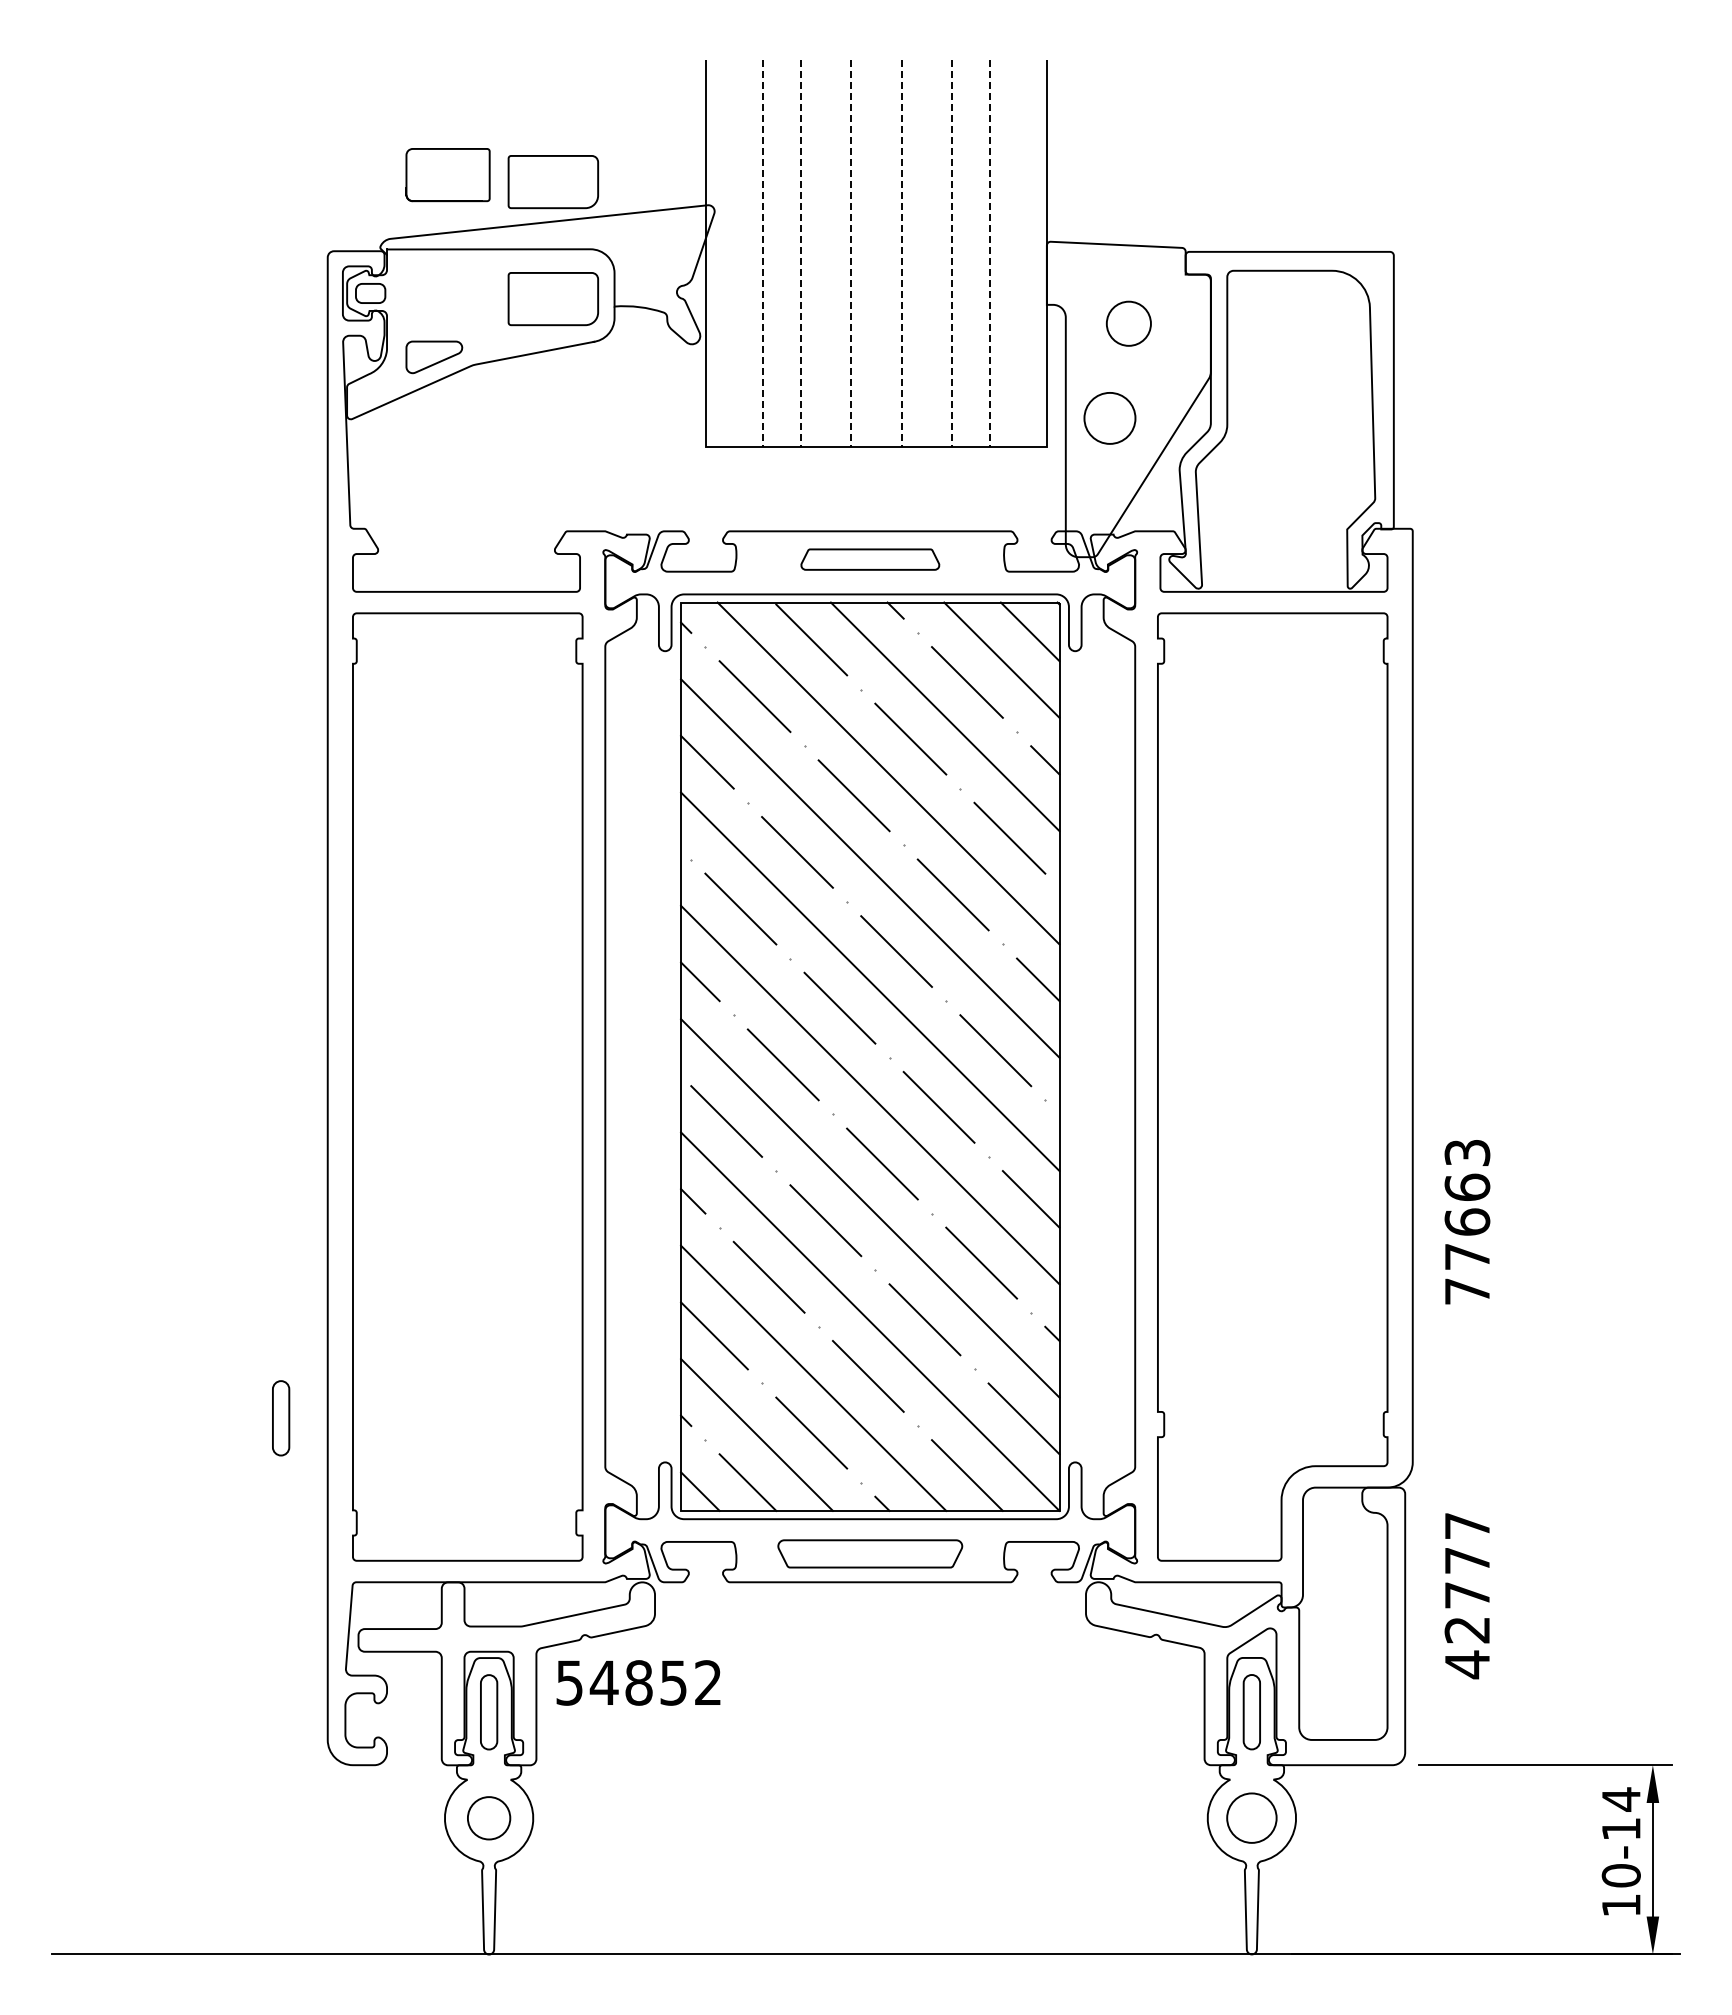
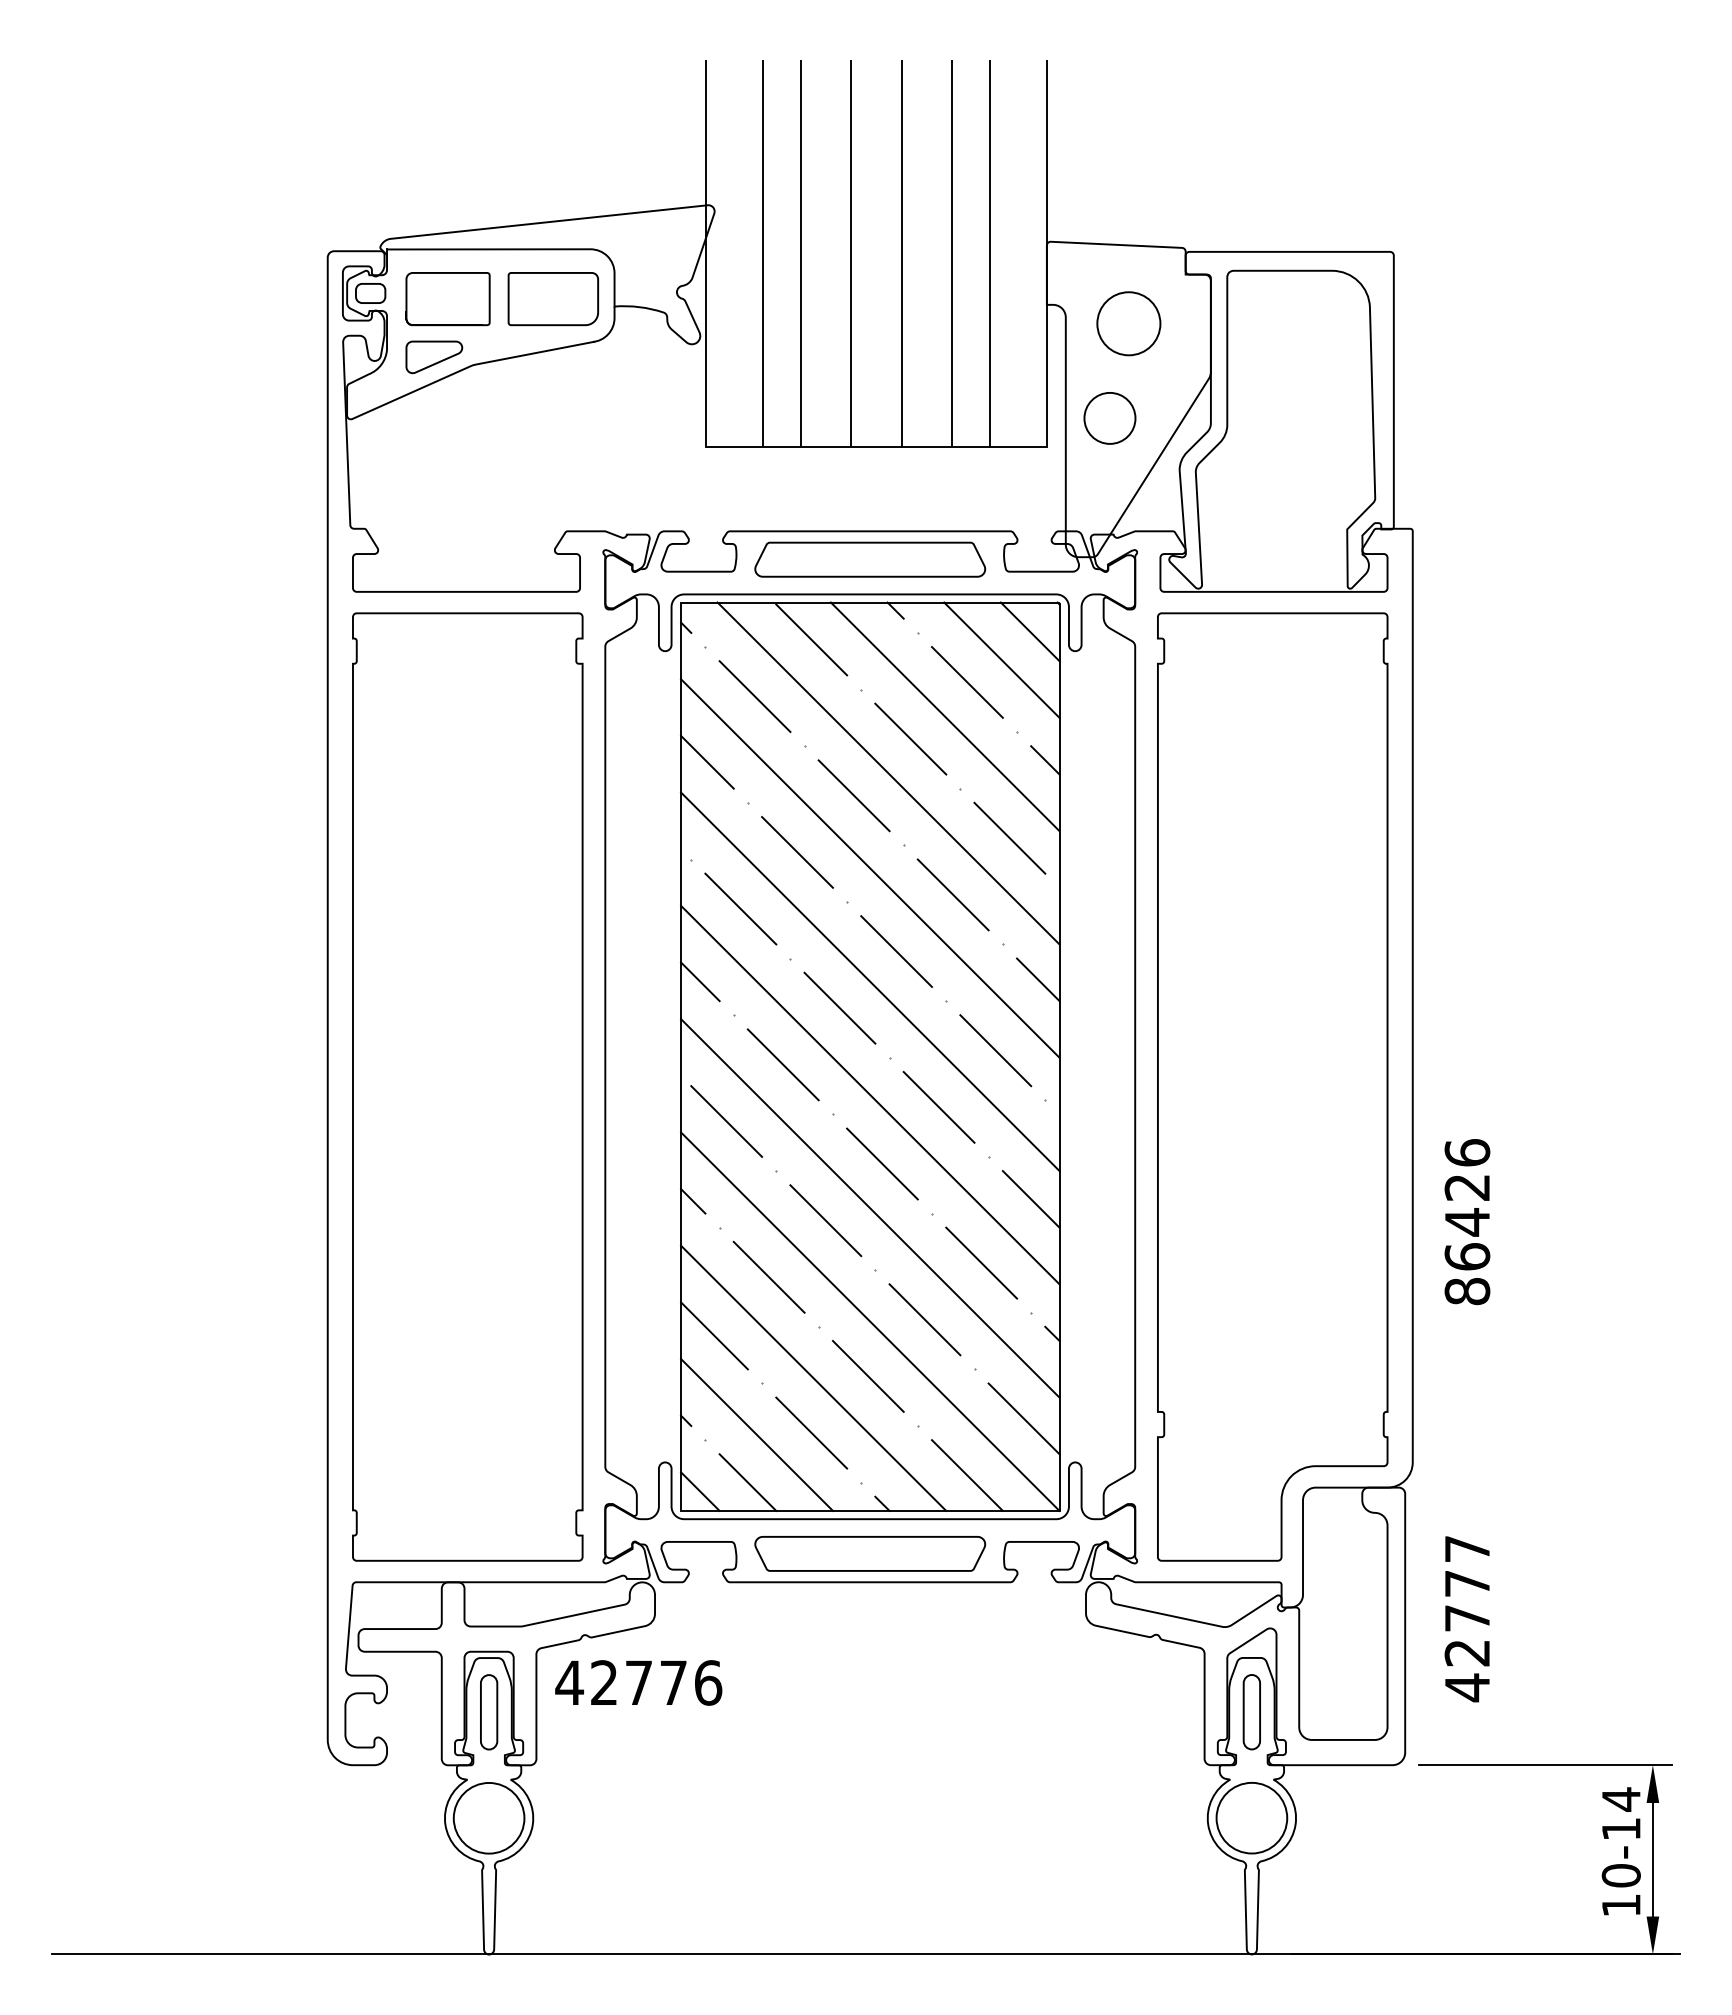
part at (447, 175) position: (447, 175) -> (447, 299)
part at (552, 182): present -> none
line at (763, 254): dashed -> solid
line at (800, 254): dashed -> solid
line at (851, 254): dashed -> solid
line at (901, 254): dashed -> solid
line at (952, 254): dashed -> solid
line at (990, 254): dashed -> solid
circle at (1128, 323) diameter: 44 px -> 63 px
part at (870, 559) size: 141x23 px -> 233x37 px
text at (1467, 1222): 77663 -> 86426
part at (281, 1418): present -> none
part at (870, 1553) size: 187x30 px -> 233x36 px
text at (1466, 1596) position: (1466, 1596) -> (1466, 1619)
text at (638, 1682): 54852 -> 42776
circle at (1251, 1817) diameter: 49 px -> 71 px
circle at (488, 1818) diameter: 42 px -> 71 px
